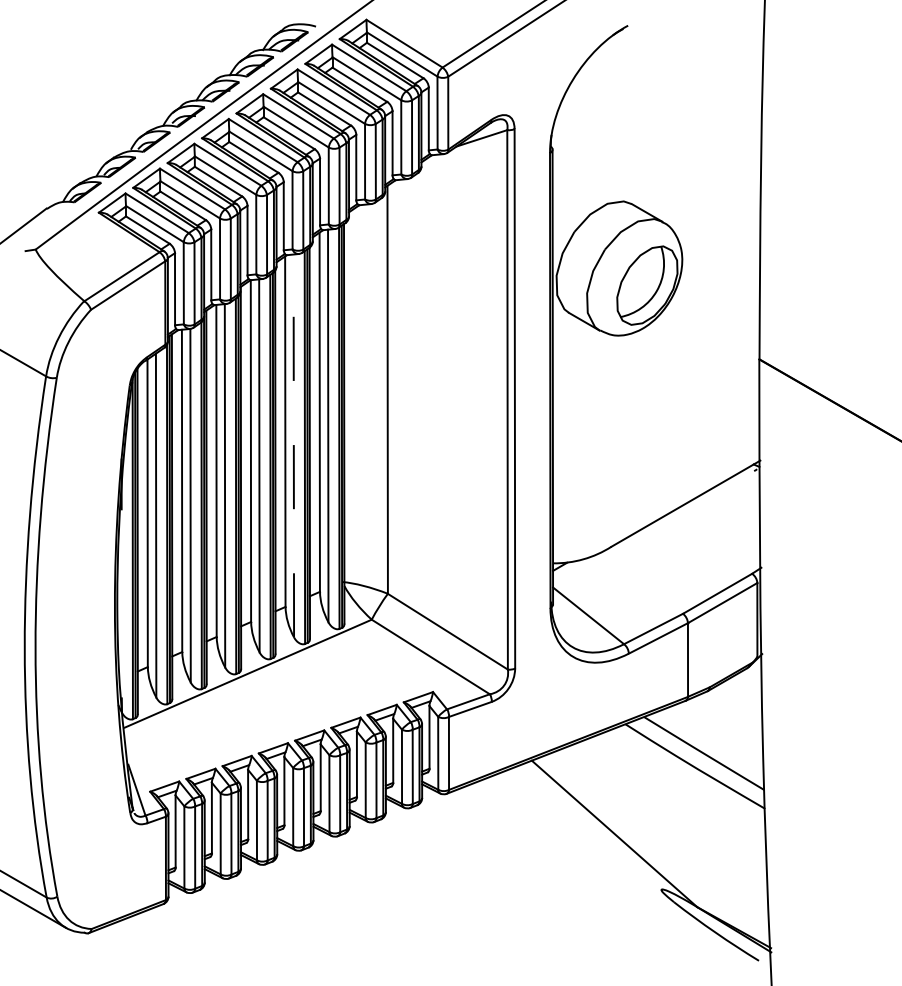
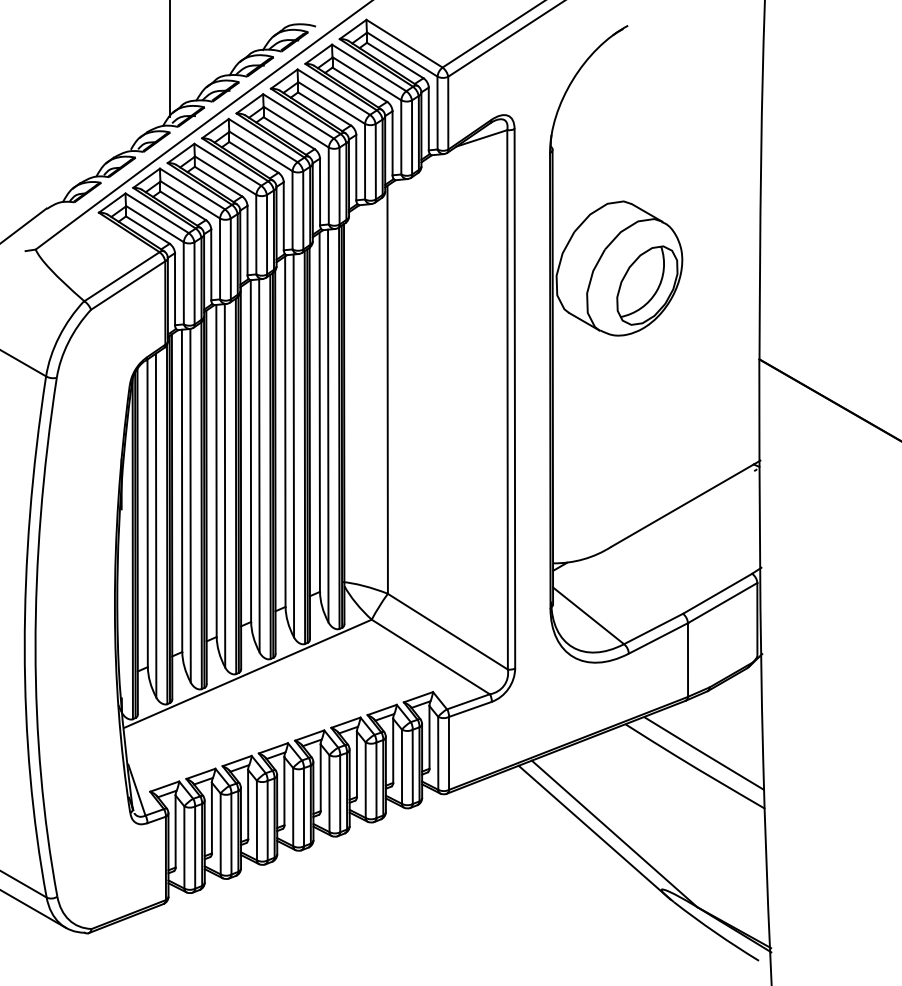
line at (169, 59): none -> present
line at (293, 445): dashed -> solid
line at (594, 832): none -> present
